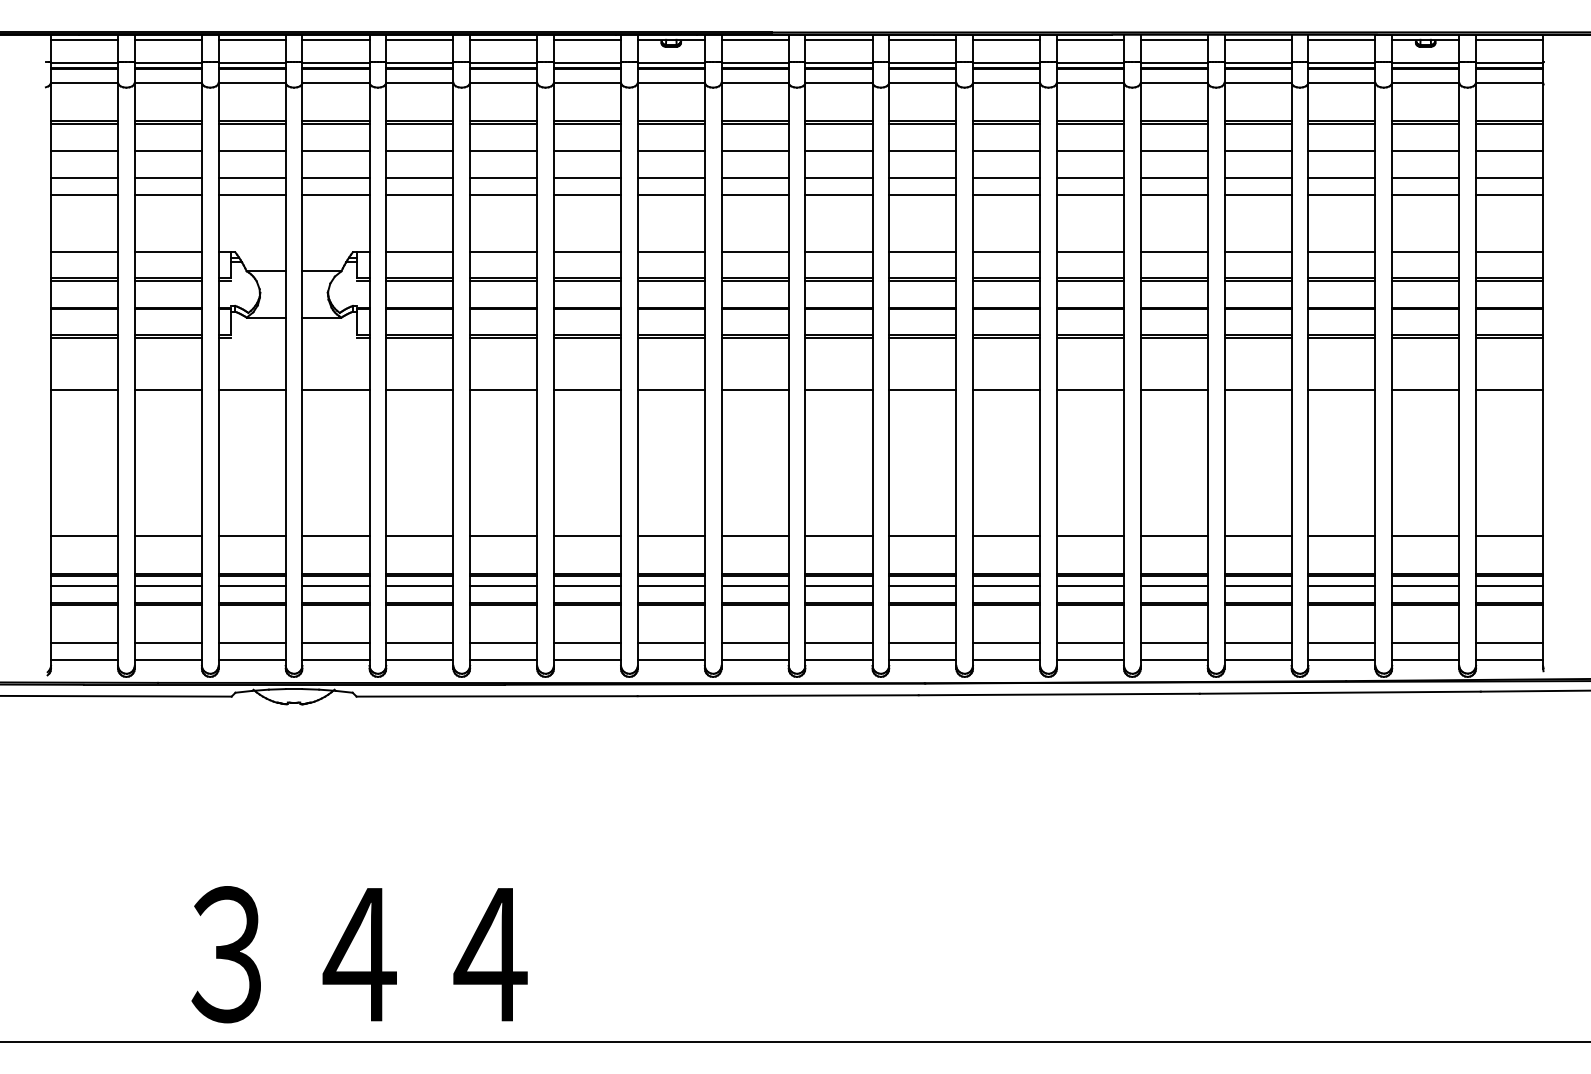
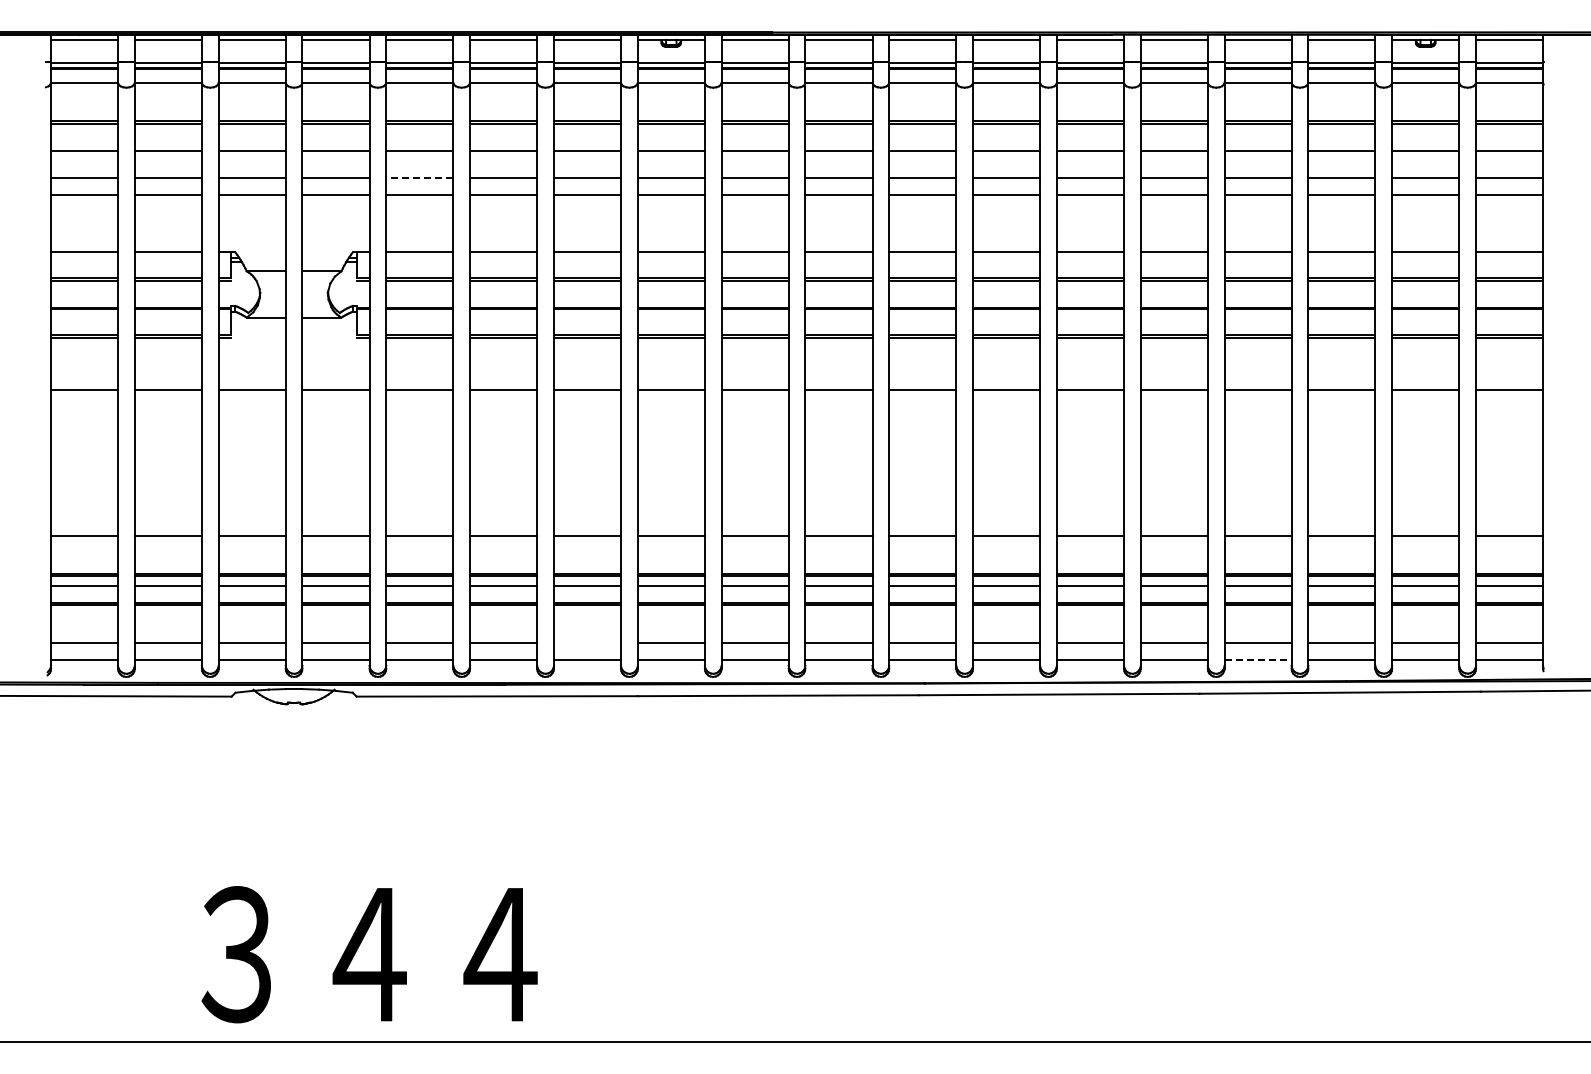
line at (419, 177): solid -> dashed
line at (587, 643): present -> none
line at (1258, 660): solid -> dashed
text at (359, 954) position: (359, 954) -> (369, 954)
